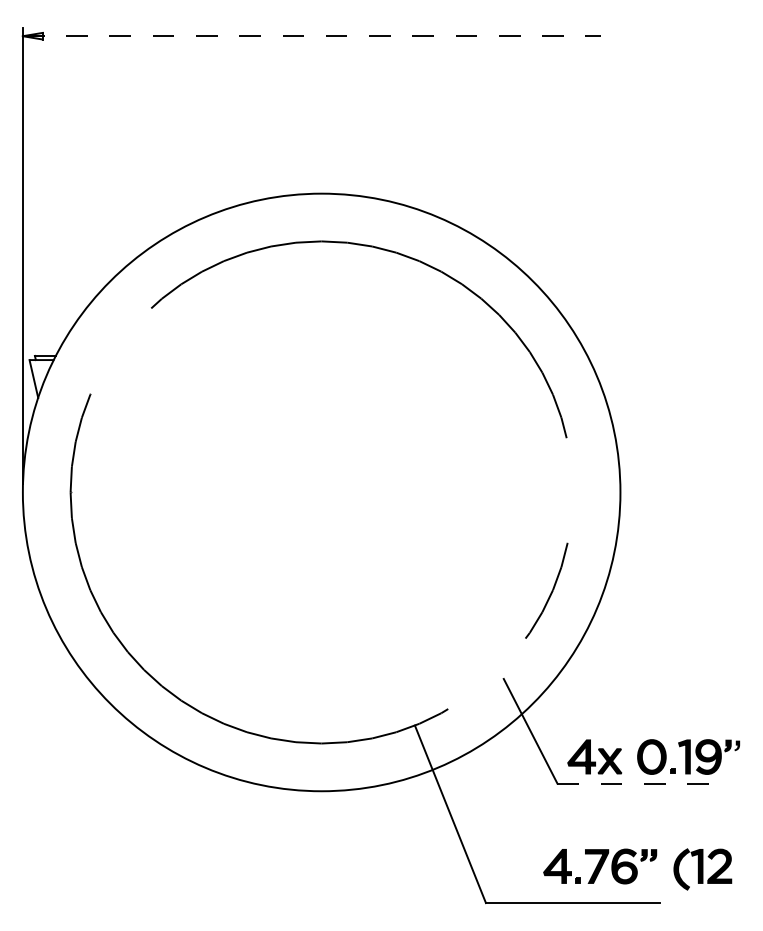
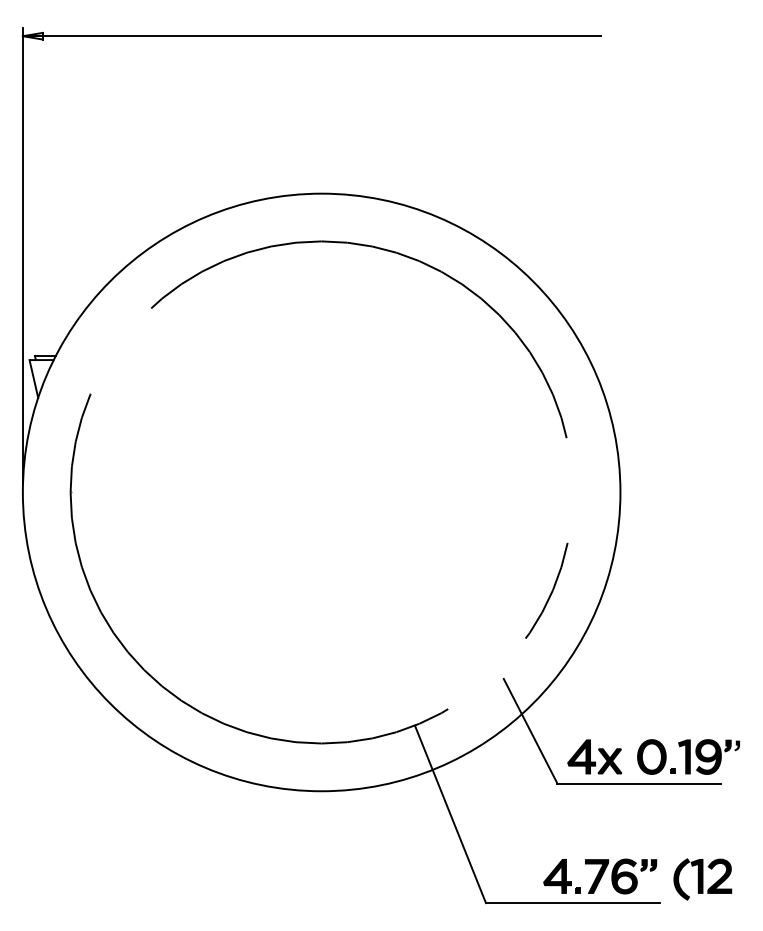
line at (311, 36): dashed -> solid
line at (639, 783): dashed -> solid
part at (637, 869) position: (637, 869) -> (637, 879)
